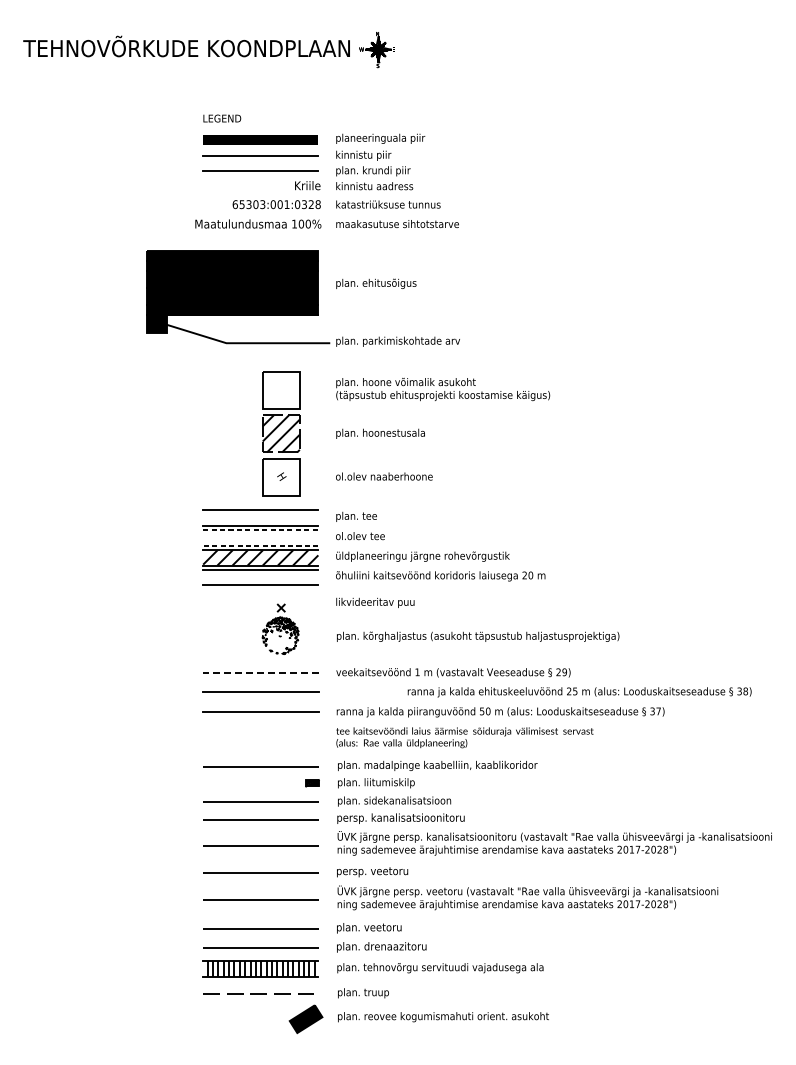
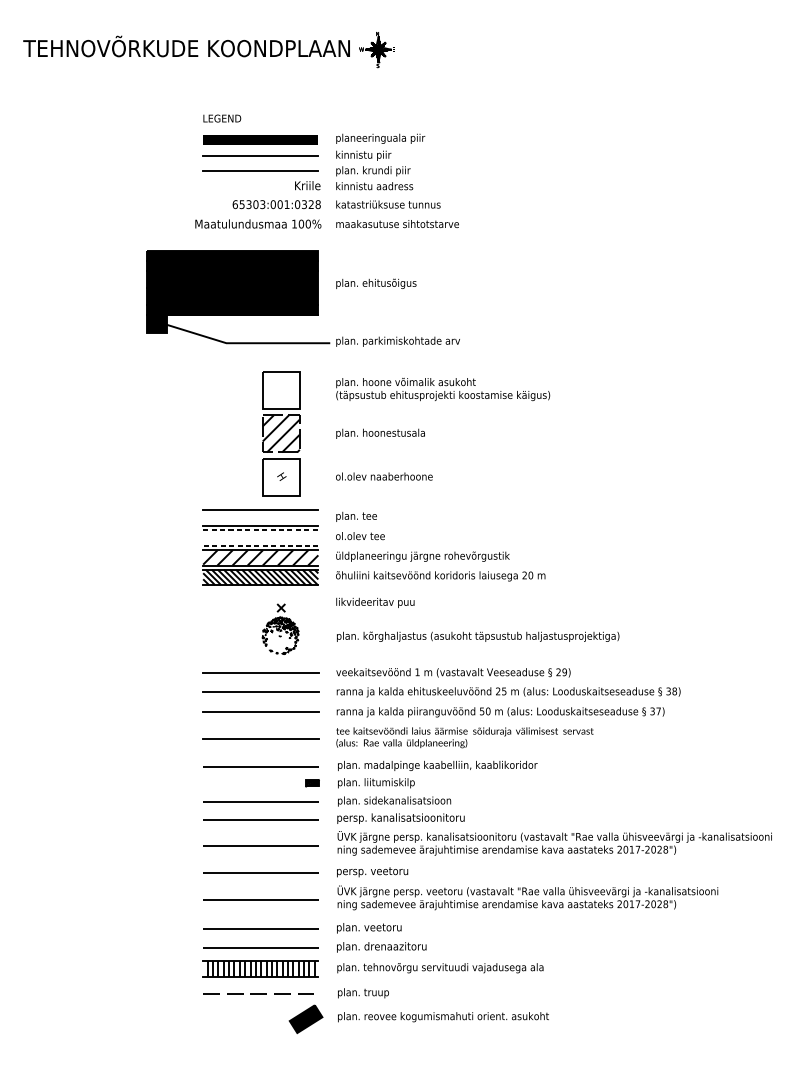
hatch at (260, 577): none -> present
line at (261, 673): dashed -> solid
text at (579, 692) position: (579, 692) -> (508, 692)
line at (260, 738): none -> present
